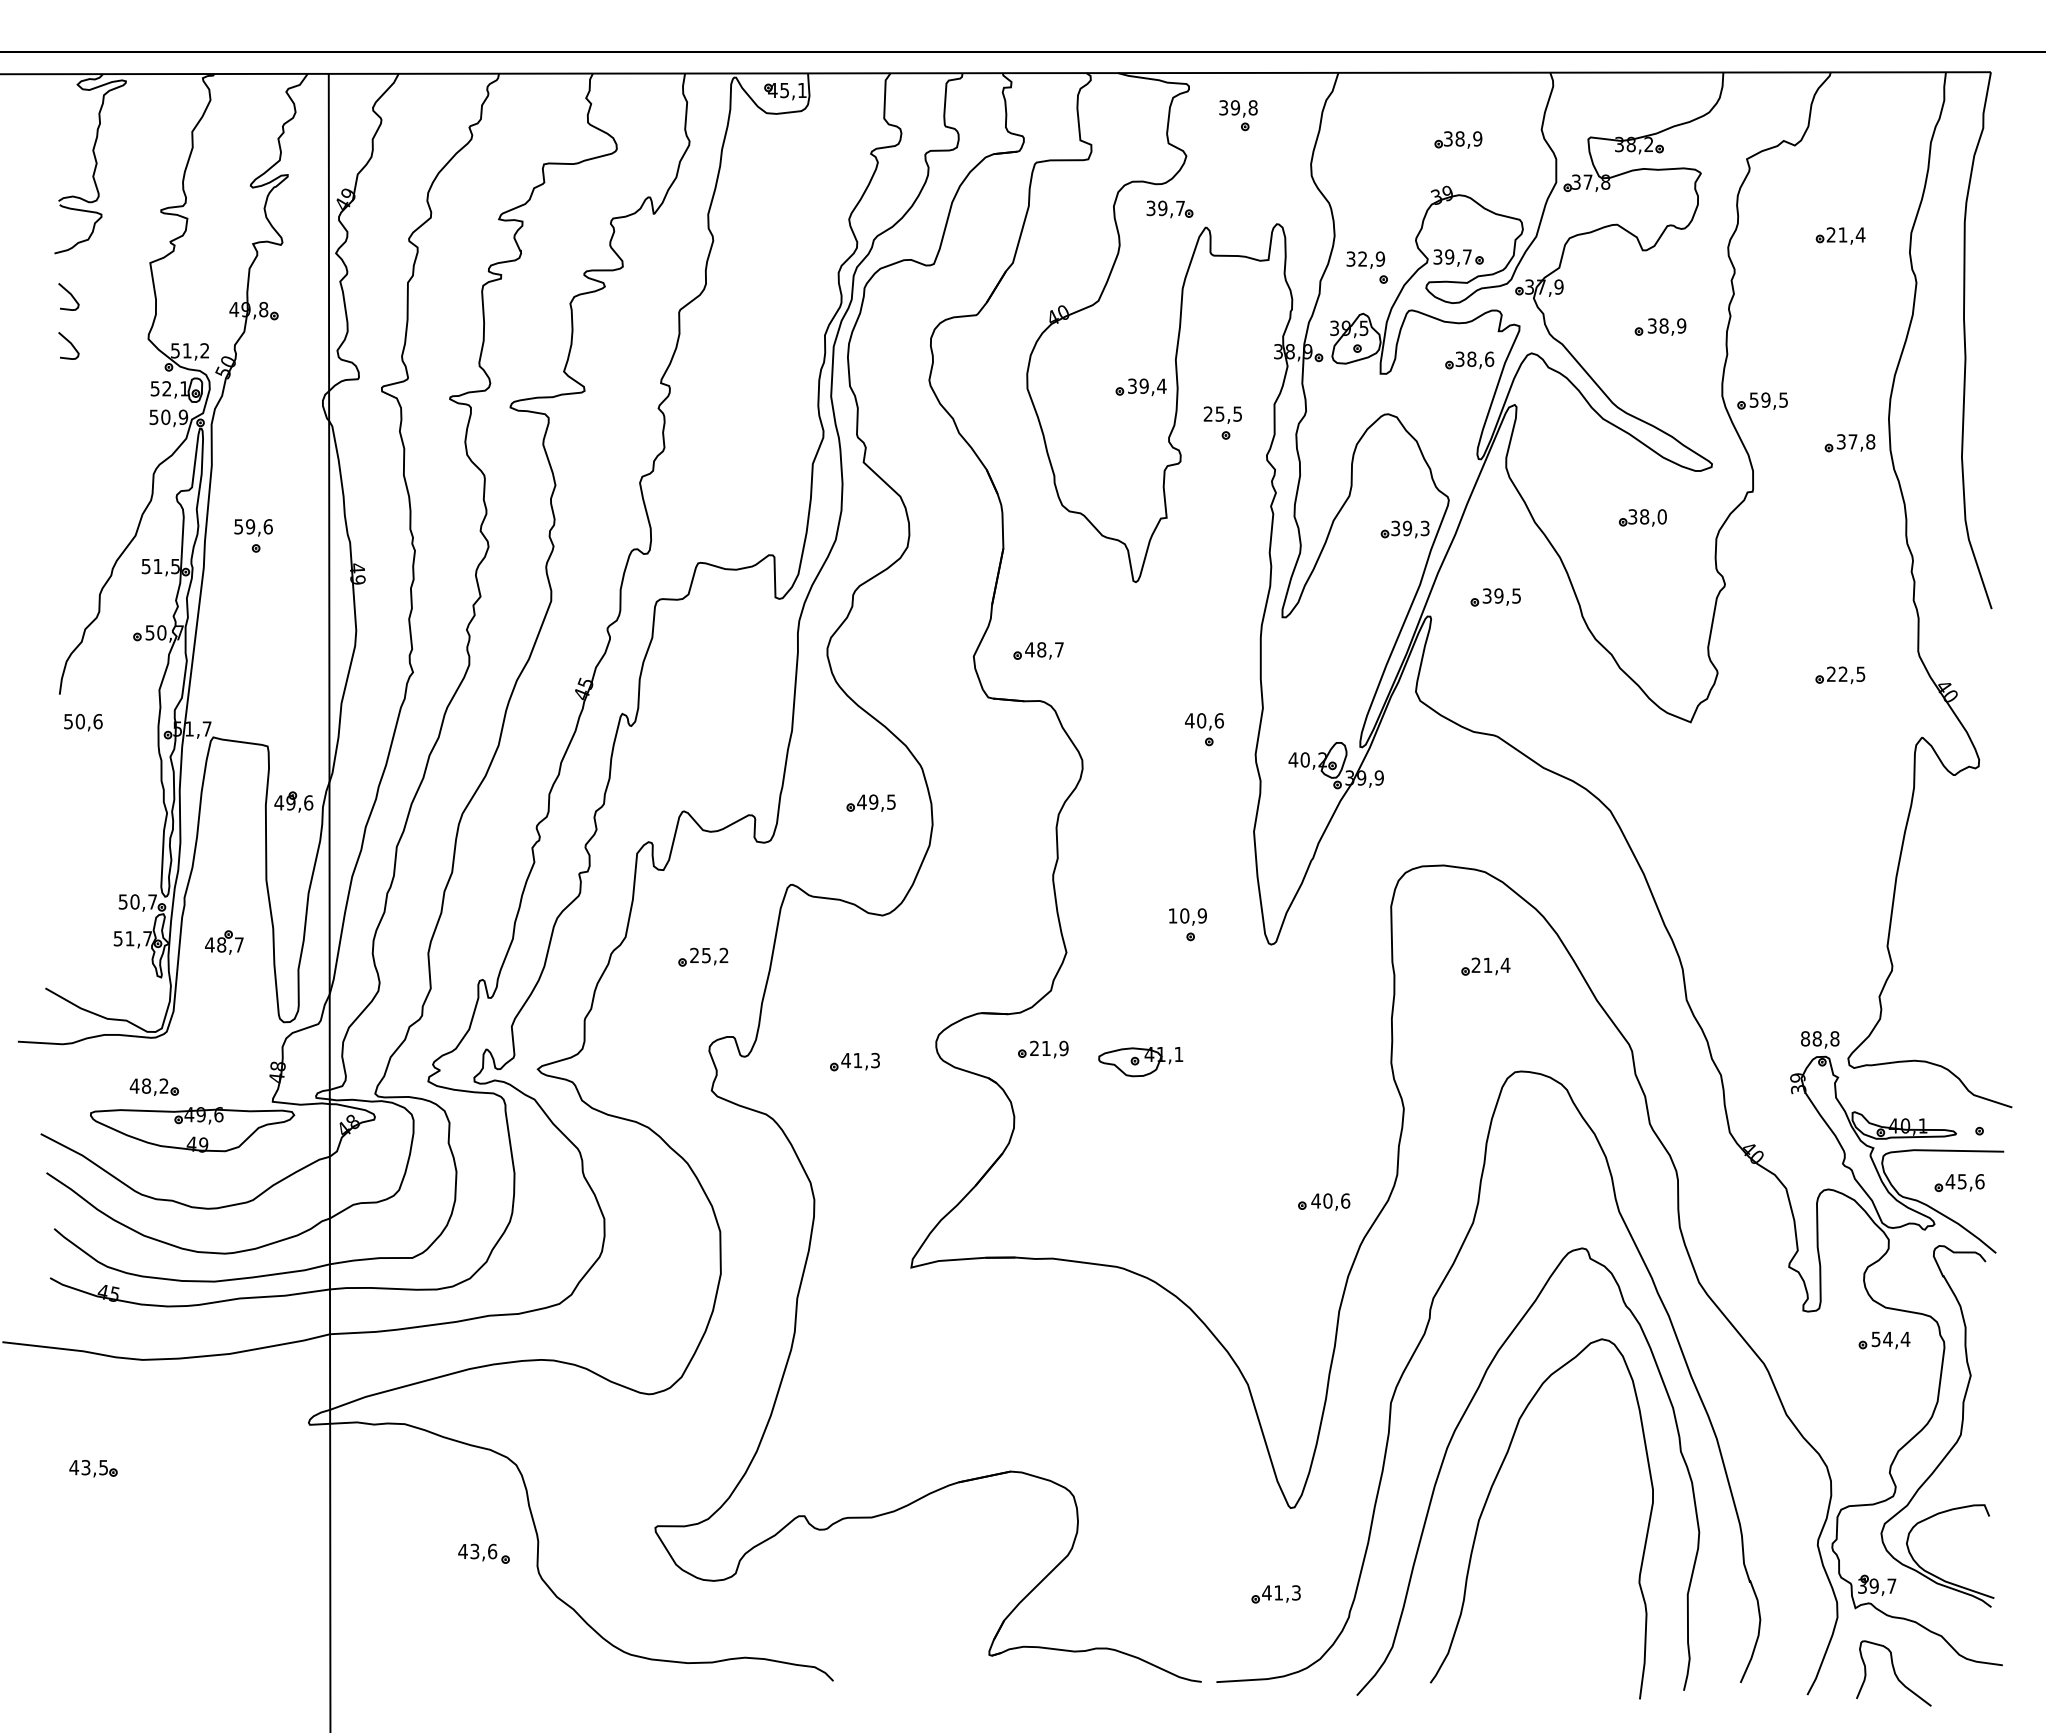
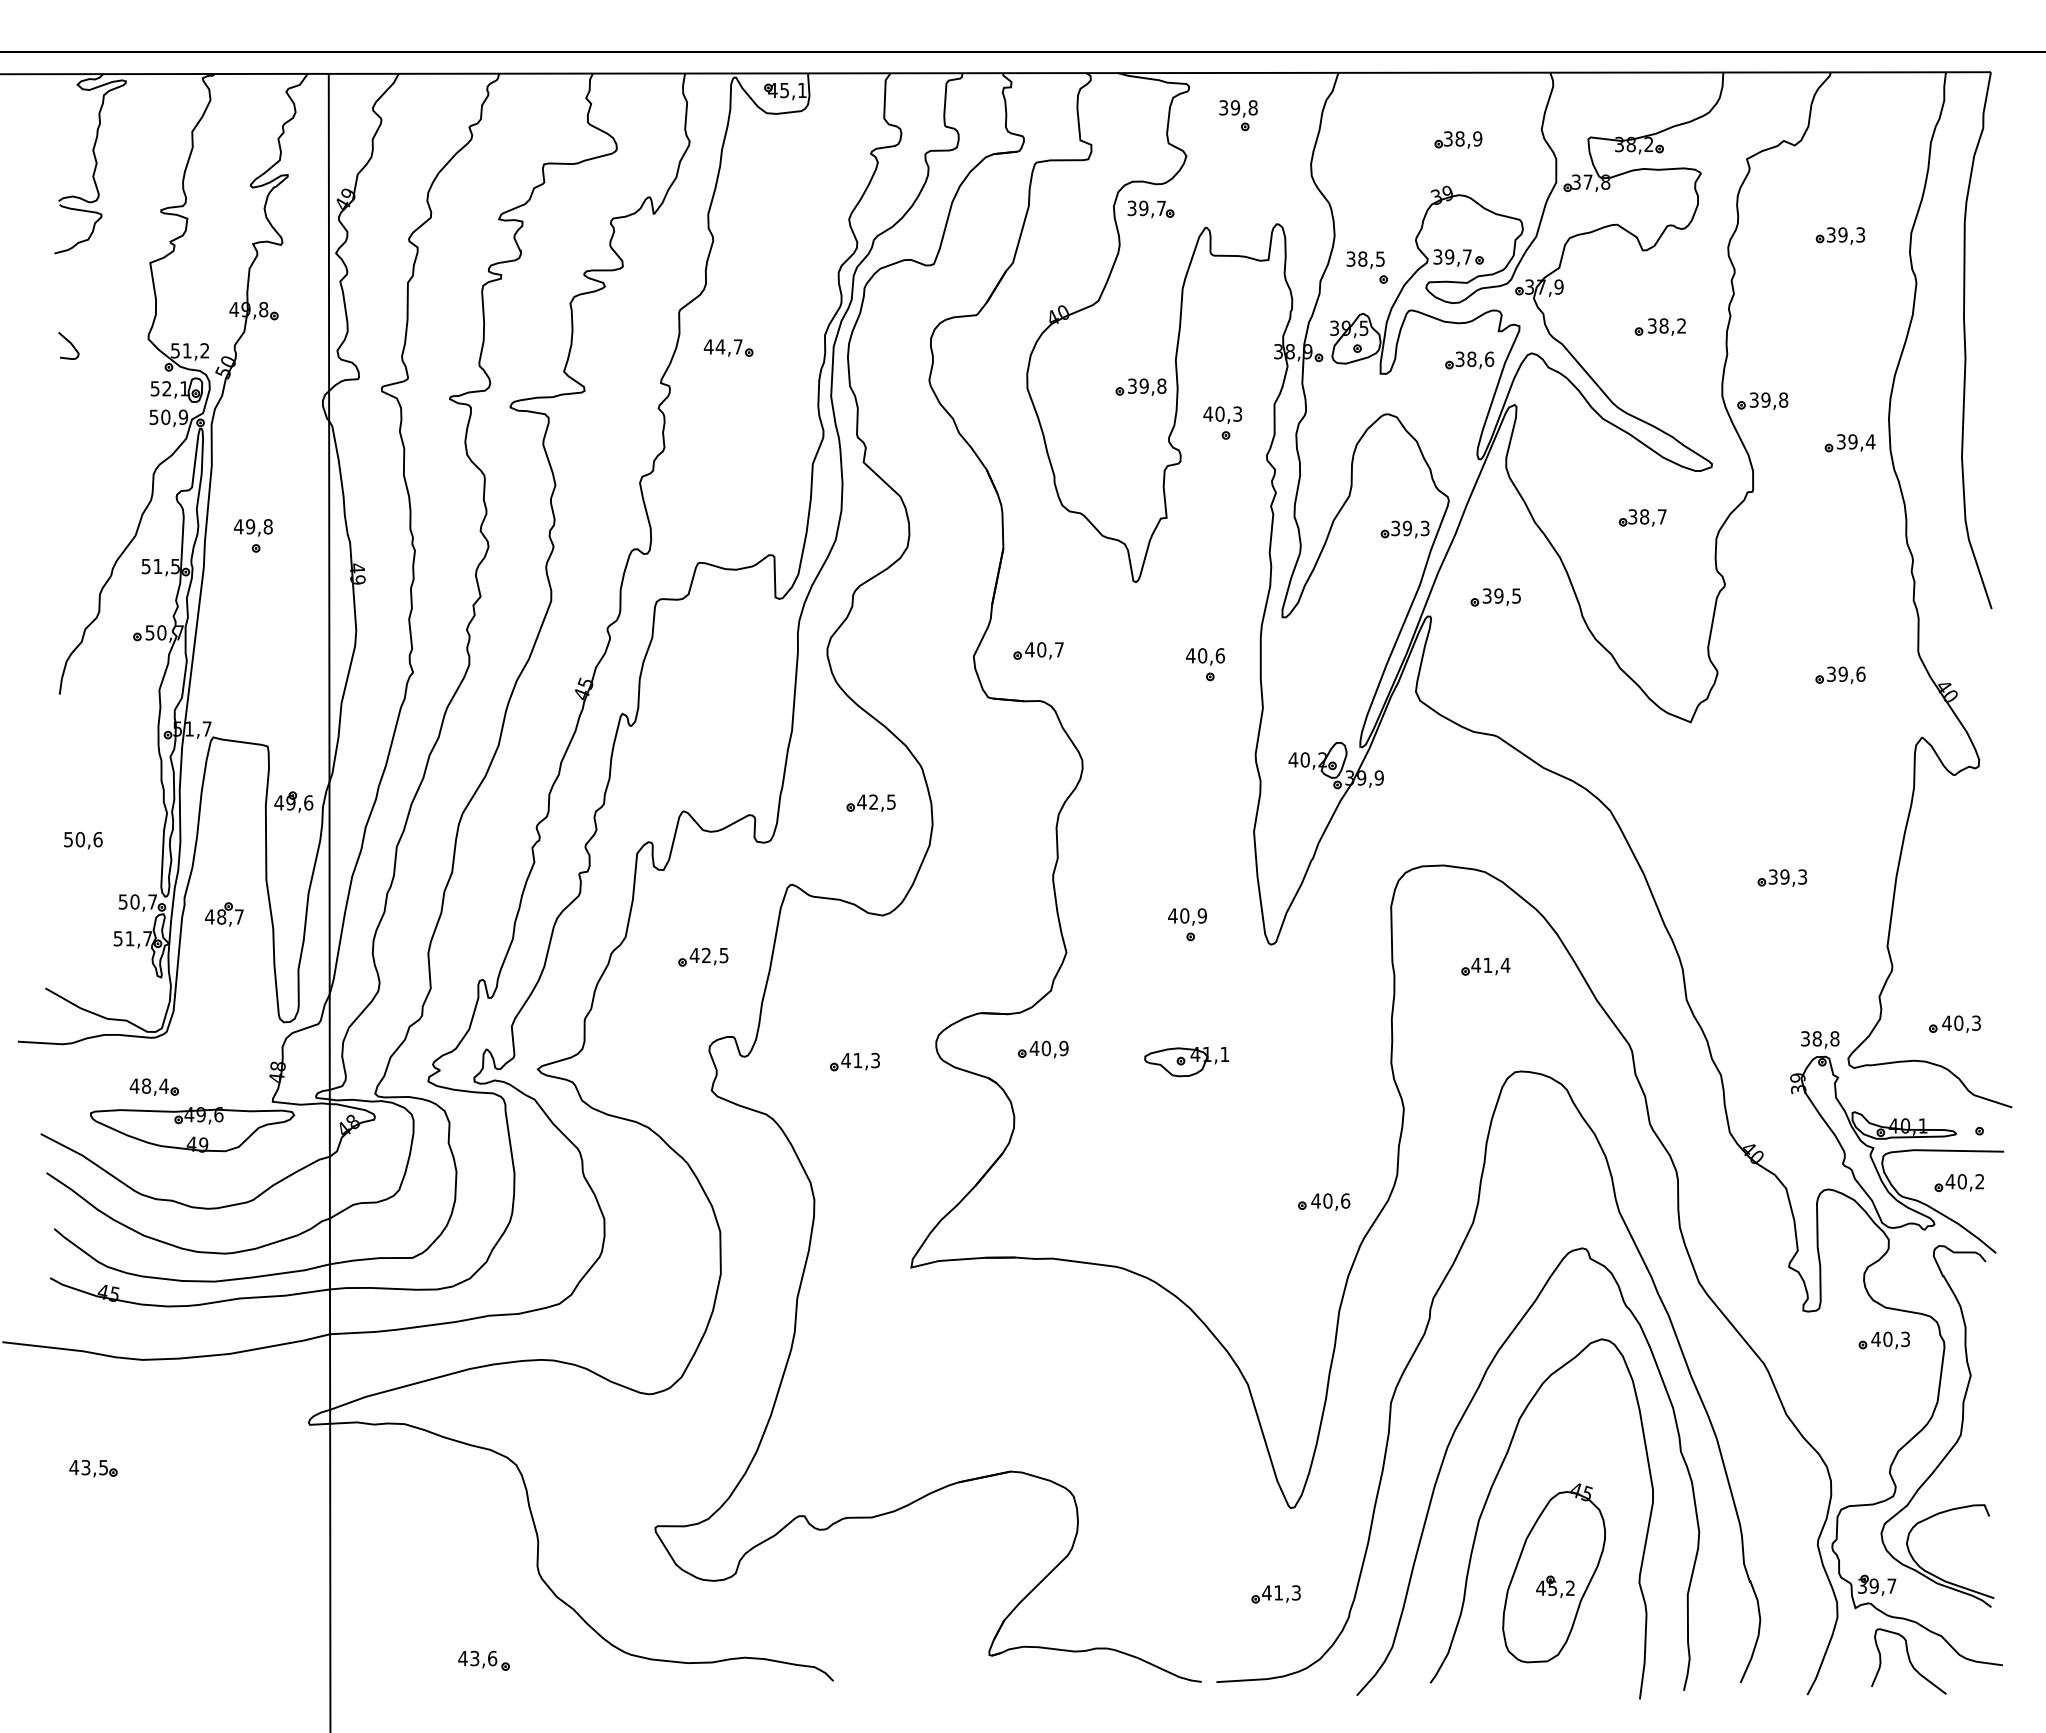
part at (1169, 209) position: (1169, 209) -> (1150, 209)
text at (1845, 234): 21,4 -> 39,3
text at (1371, 258): 32,9 -> 38,5
curve at (69, 294): present -> none
text at (1681, 325): 38,9 -> 38,2
part at (728, 347): none -> present
text at (1161, 385): 39,4 -> 39,8
text at (1769, 399): 59,5 -> 39,8
text at (1222, 413): 25,5 -> 40,3
text at (1861, 441): 37,8 -> 39,4
text at (1661, 516): 38,0 -> 38,7
text at (252, 526): 59,6 -> 49,8
text at (1041, 649): 48,7 -> 40,7
text at (1846, 673): 22,5 -> 39,6
text at (83, 722) position: (83, 722) -> (83, 840)
part at (1204, 729) position: (1204, 729) -> (1205, 664)
text at (873, 801): 49,5 -> 42,5
part at (1782, 877): none -> present
text at (1172, 915): 10,9 -> 40,9
part at (224, 942) position: (224, 942) -> (224, 914)
text at (708, 955): 25,2 -> 42,5
text at (1476, 964): 21,4 -> 41,4
part at (1954, 1023): none -> present
text at (1805, 1038): 88,8 -> 38,8
text at (1039, 1048): 21,9 -> 40,9
part at (1140, 1062) position: (1140, 1062) -> (1186, 1062)
text at (163, 1085): 48,2 -> 48,4
text at (1970, 1181): 45,6 -> 40,2
text at (1890, 1339): 54,4 -> 40,3
part at (483, 1553) position: (483, 1553) -> (483, 1660)
part at (1553, 1573): none -> present
curve at (1893, 1672) position: (1893, 1672) -> (1908, 1660)
